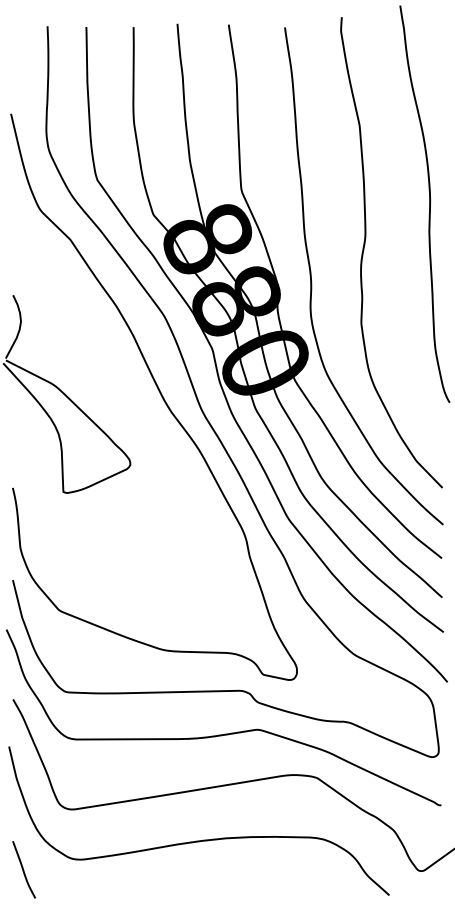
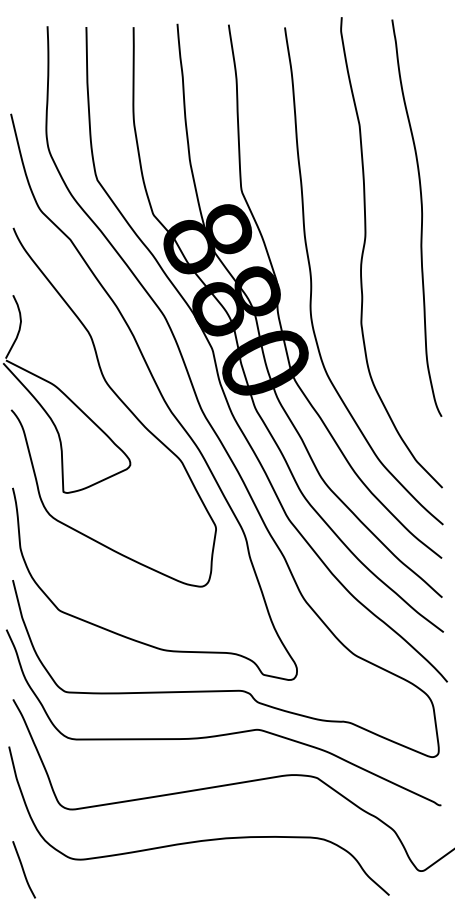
curve at (429, 203) position: (429, 203) -> (421, 217)
curve at (119, 400): none -> present
